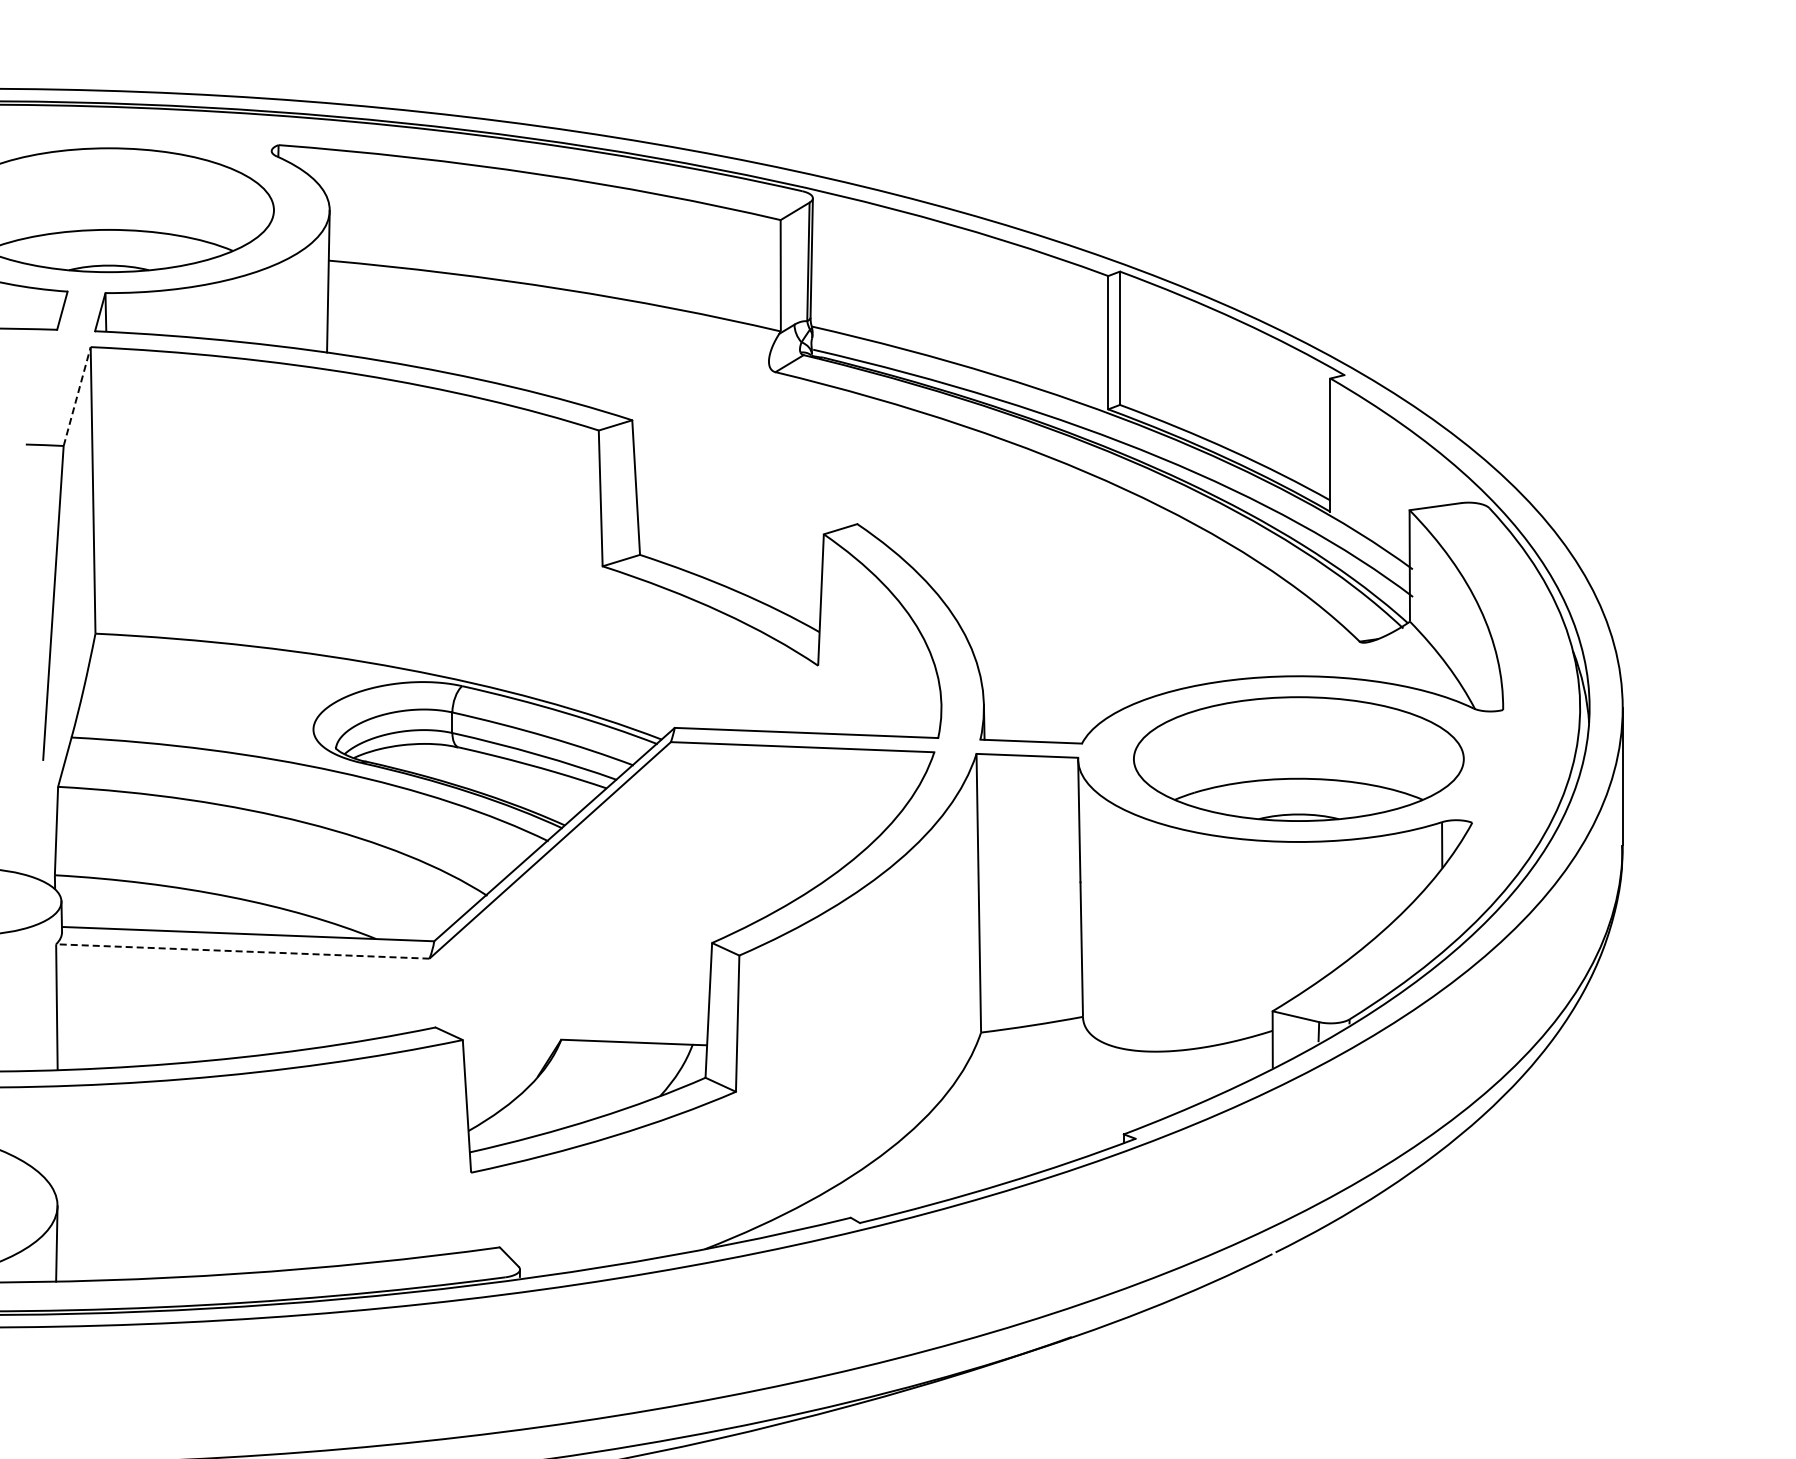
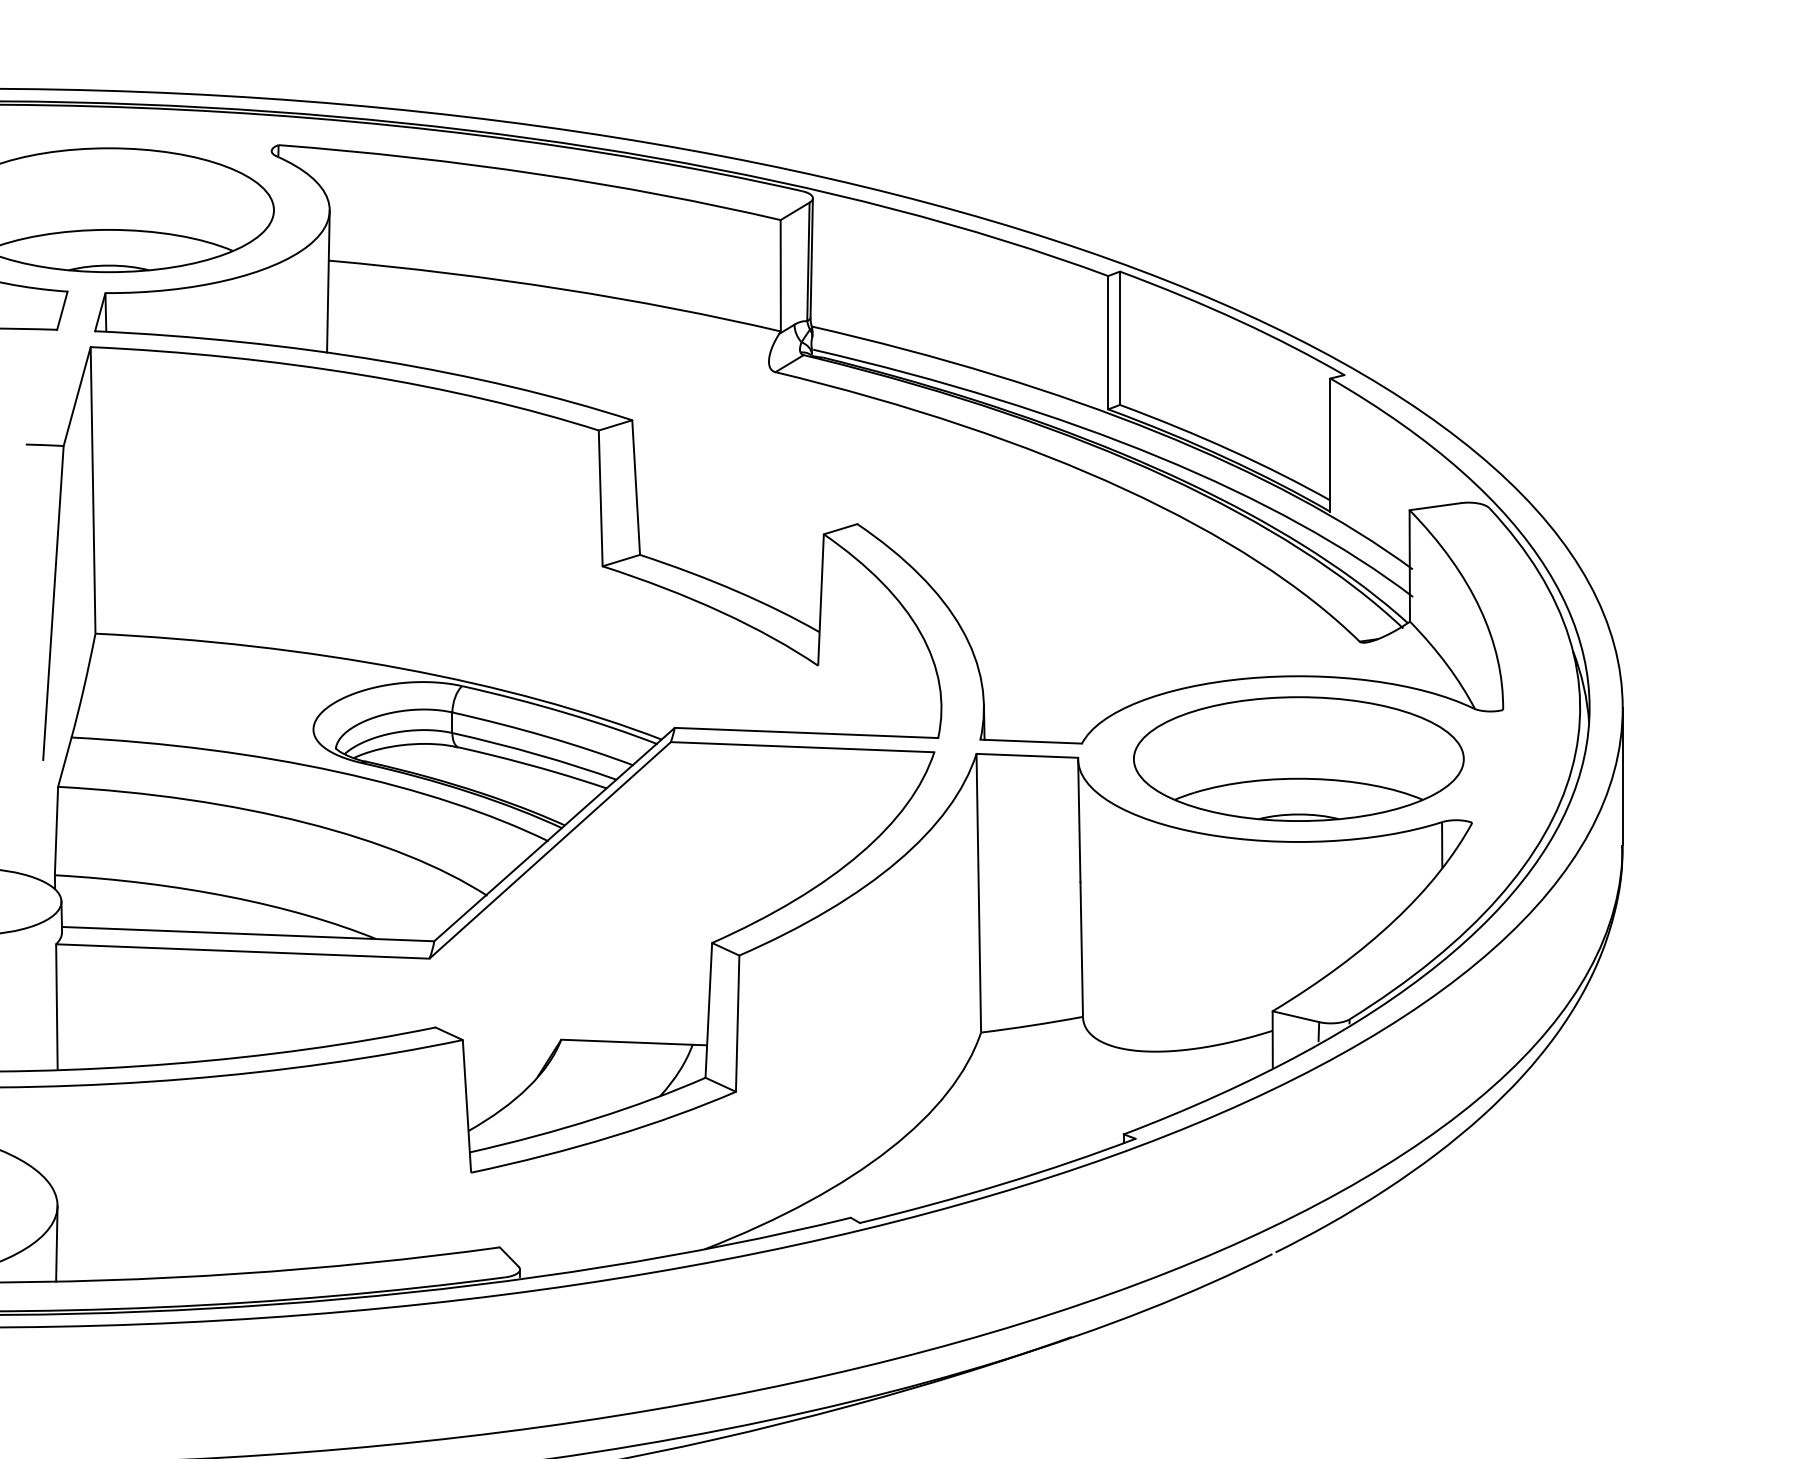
line at (77, 396): dashed -> solid
line at (242, 951): dashed -> solid
